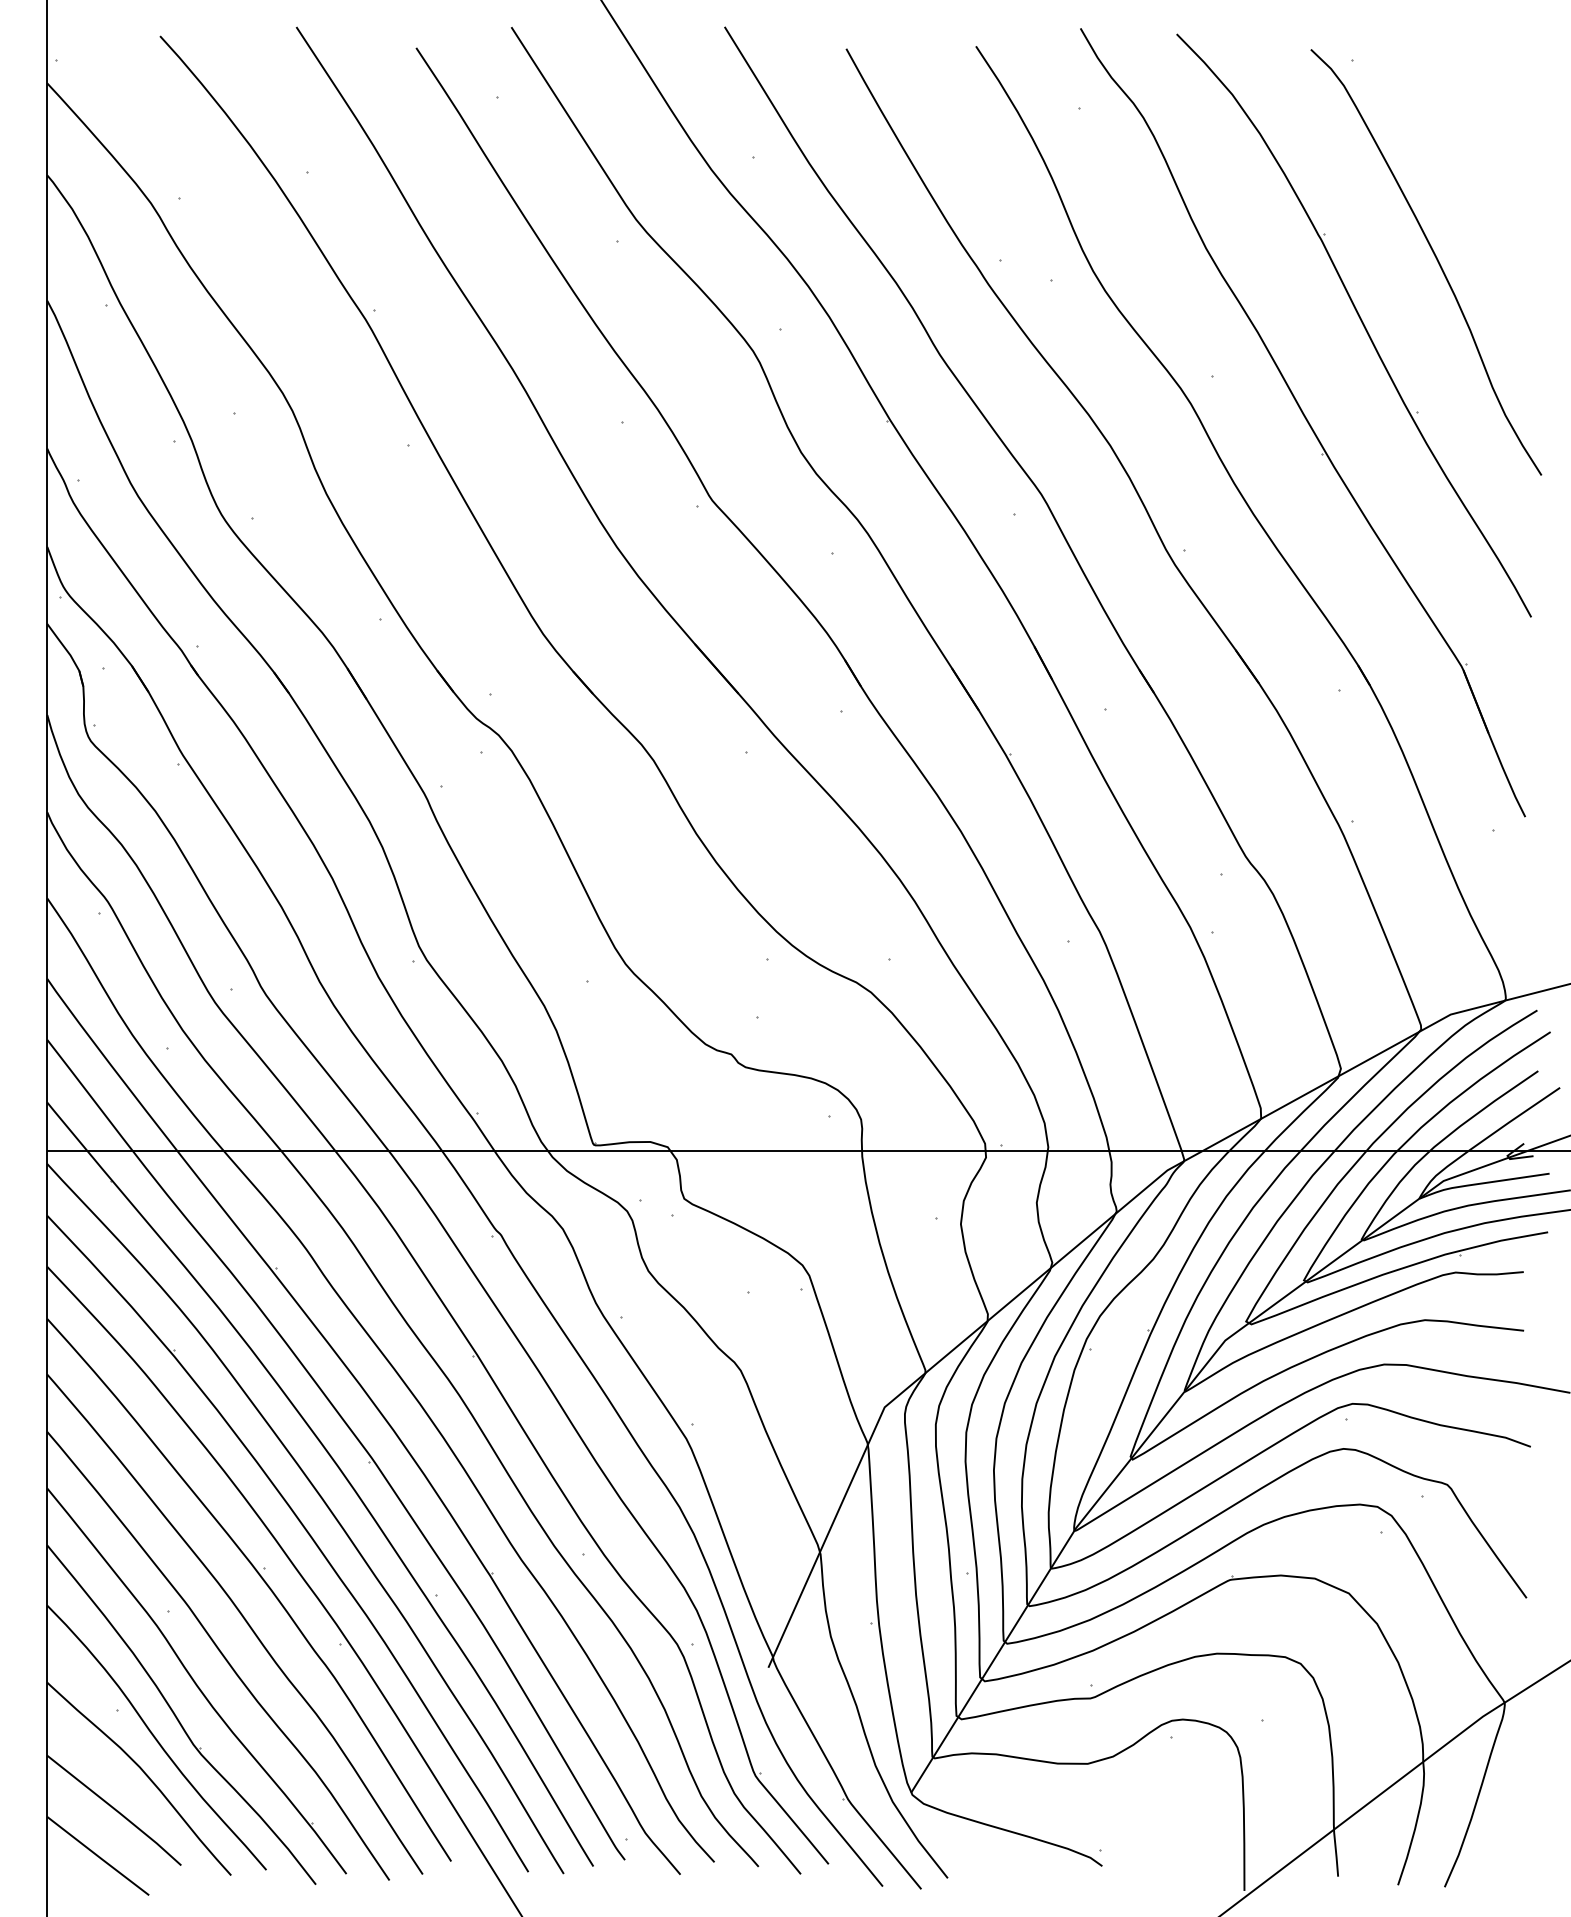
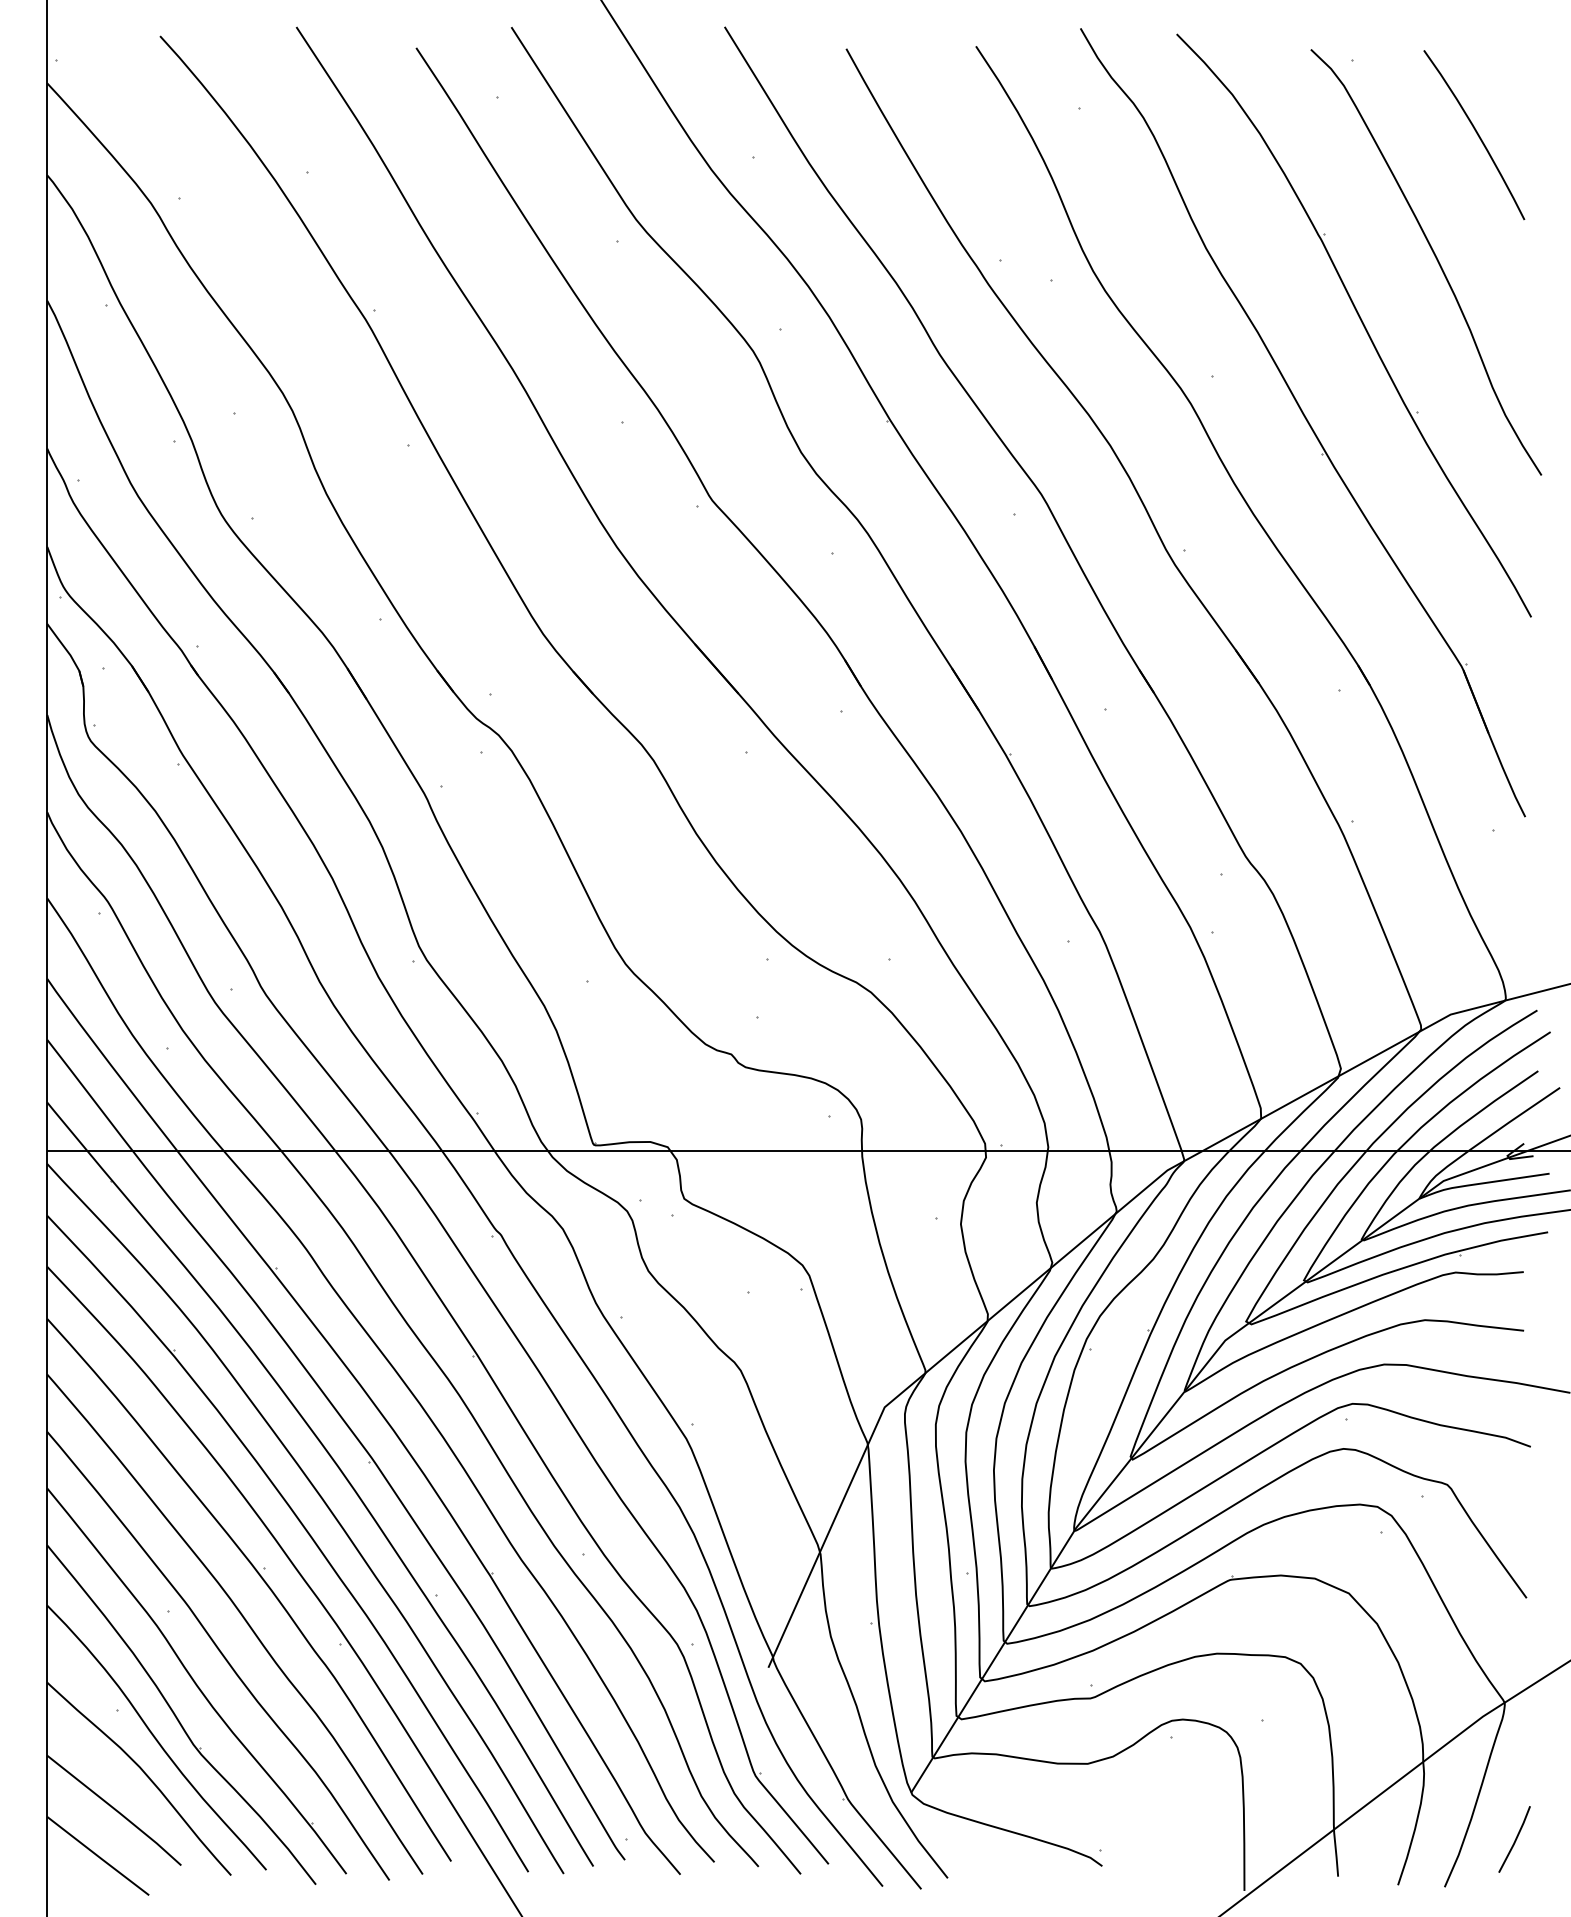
curve at (1476, 133): none -> present
line at (1515, 1839): none -> present
